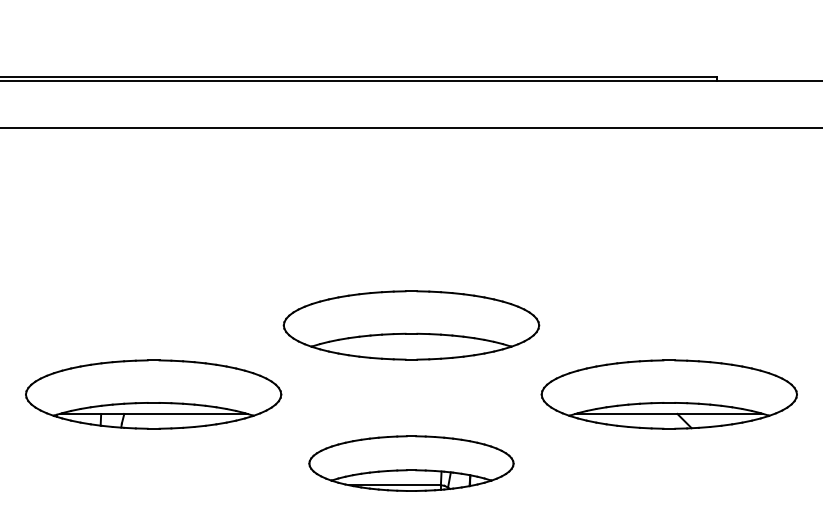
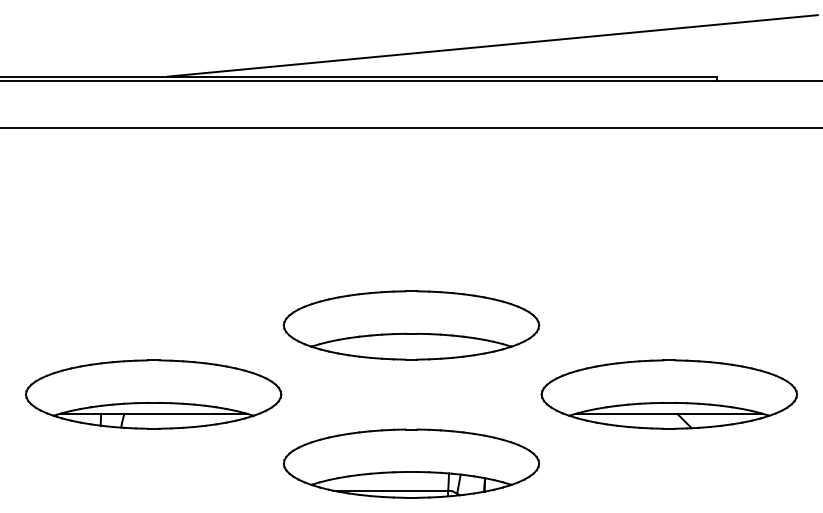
line at (492, 45): none -> present
part at (411, 463) size: 207x57 px -> 259x71 px
